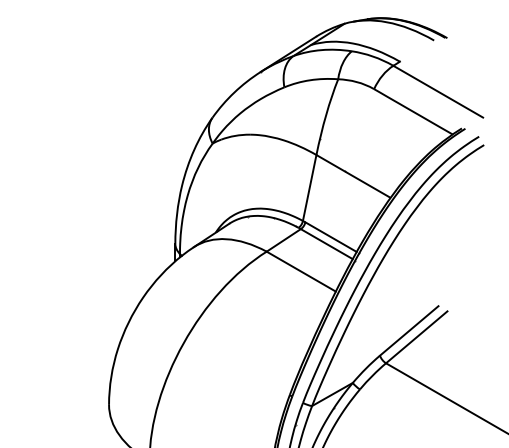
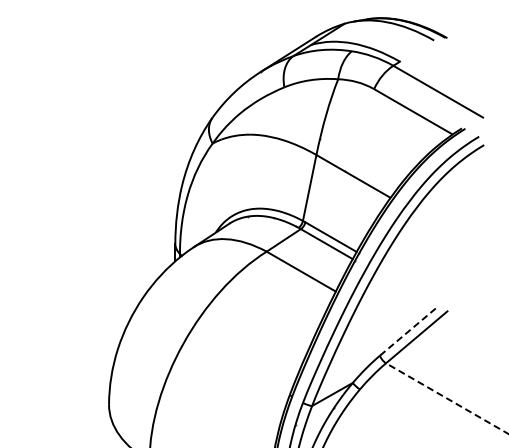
line at (409, 330): solid -> dashed
line at (447, 398): solid -> dashed
